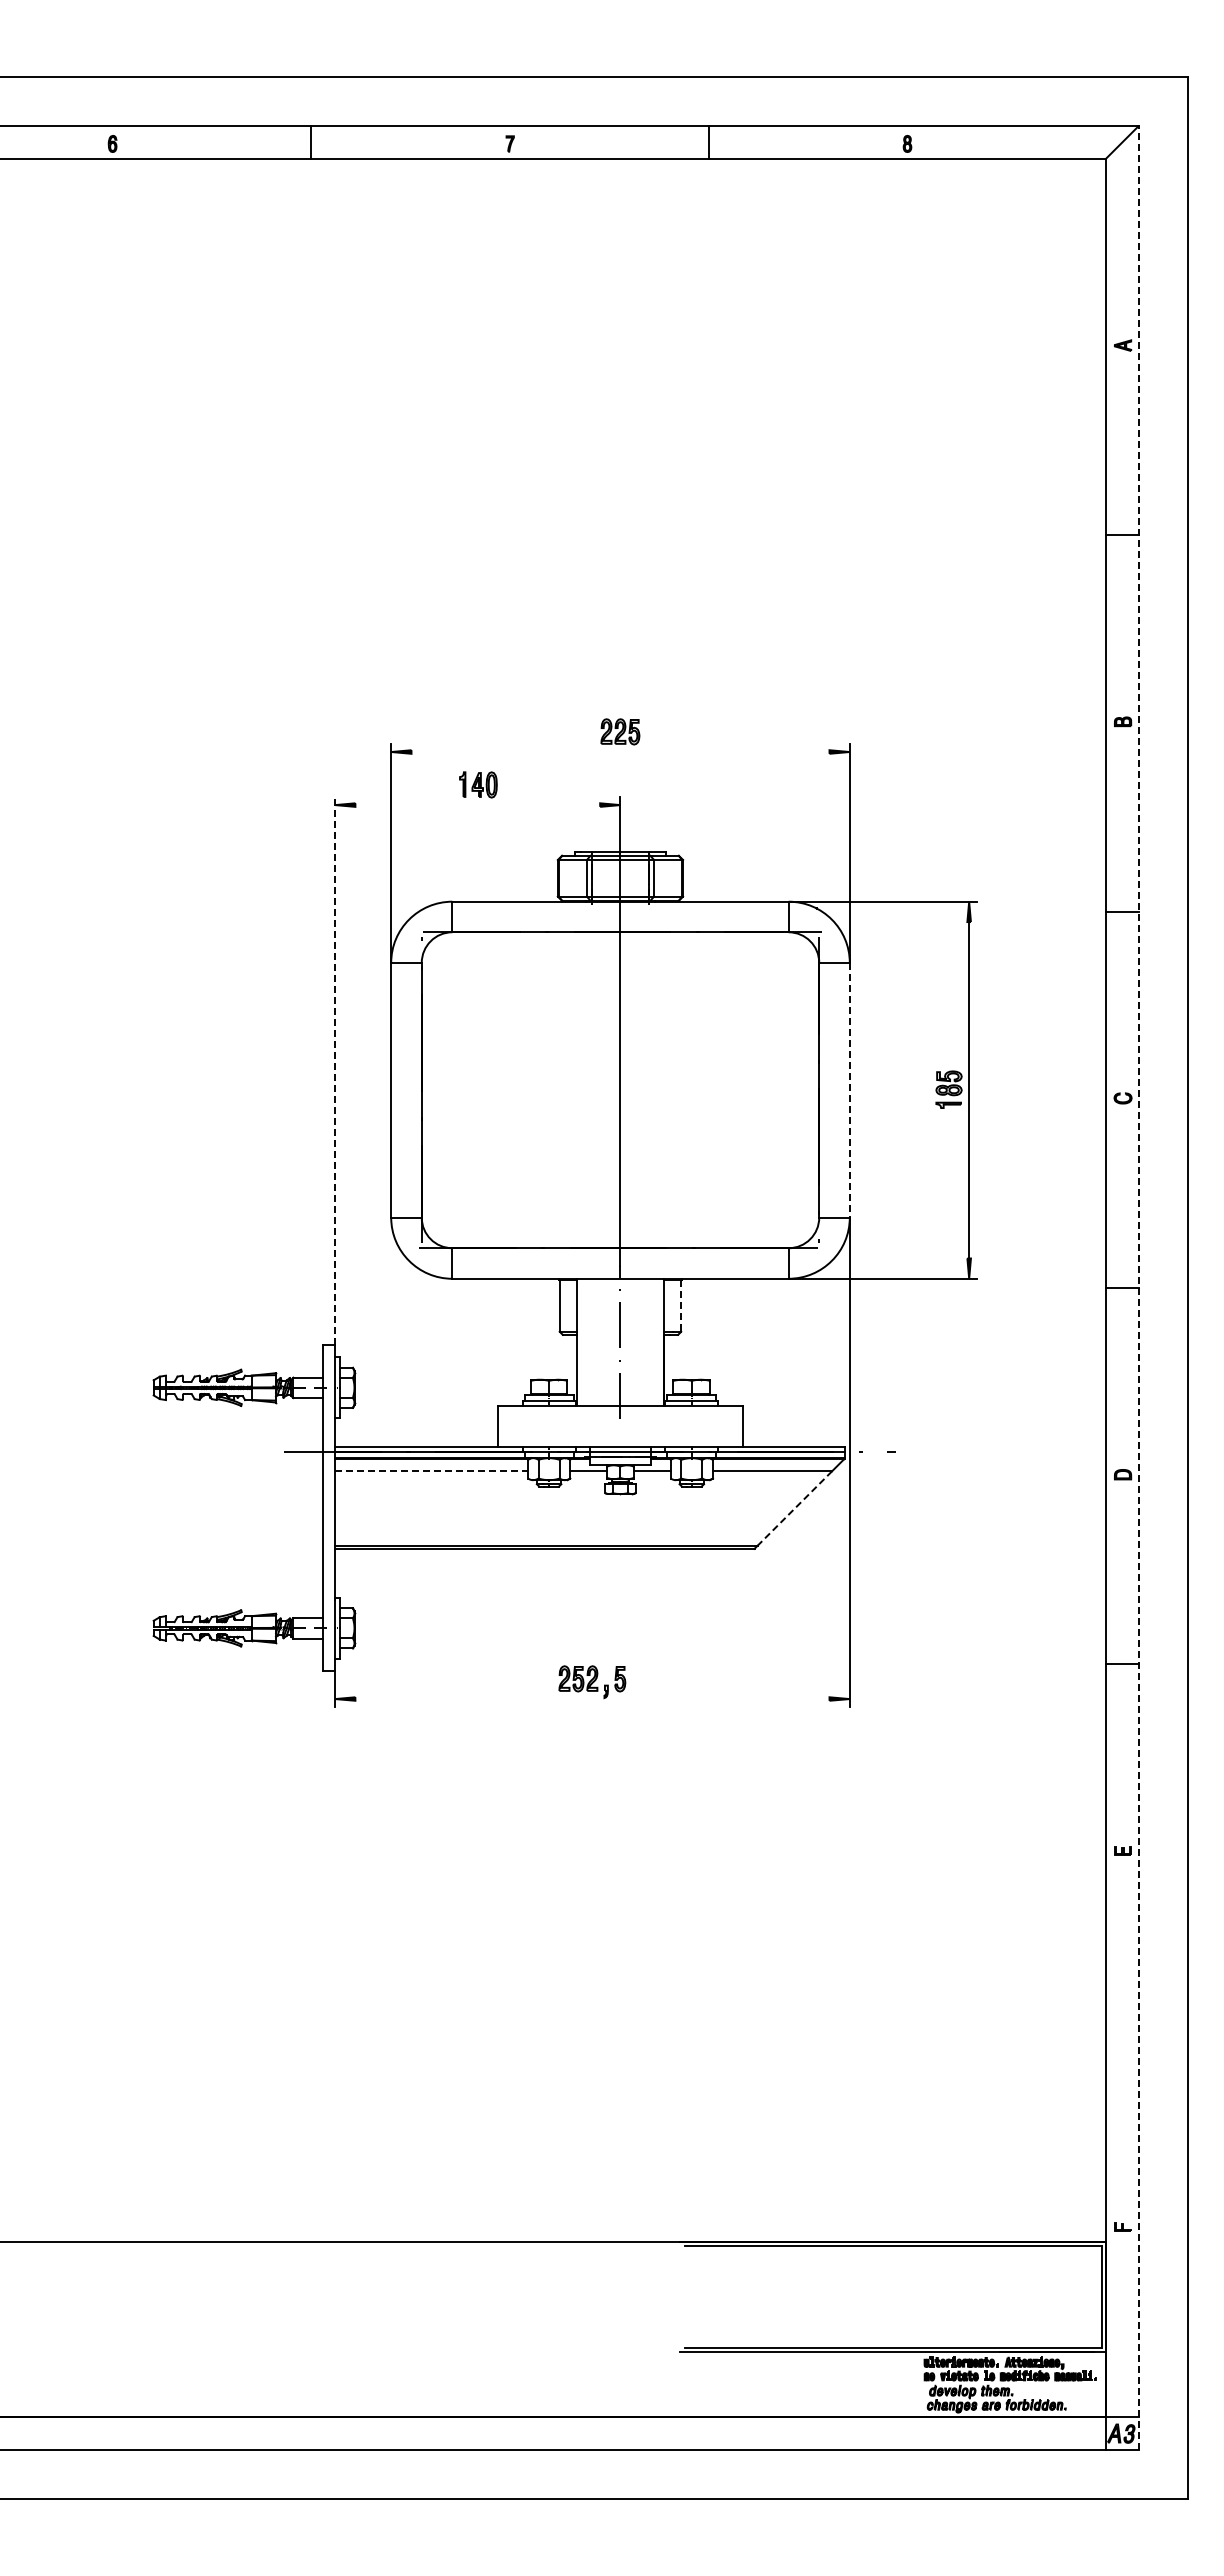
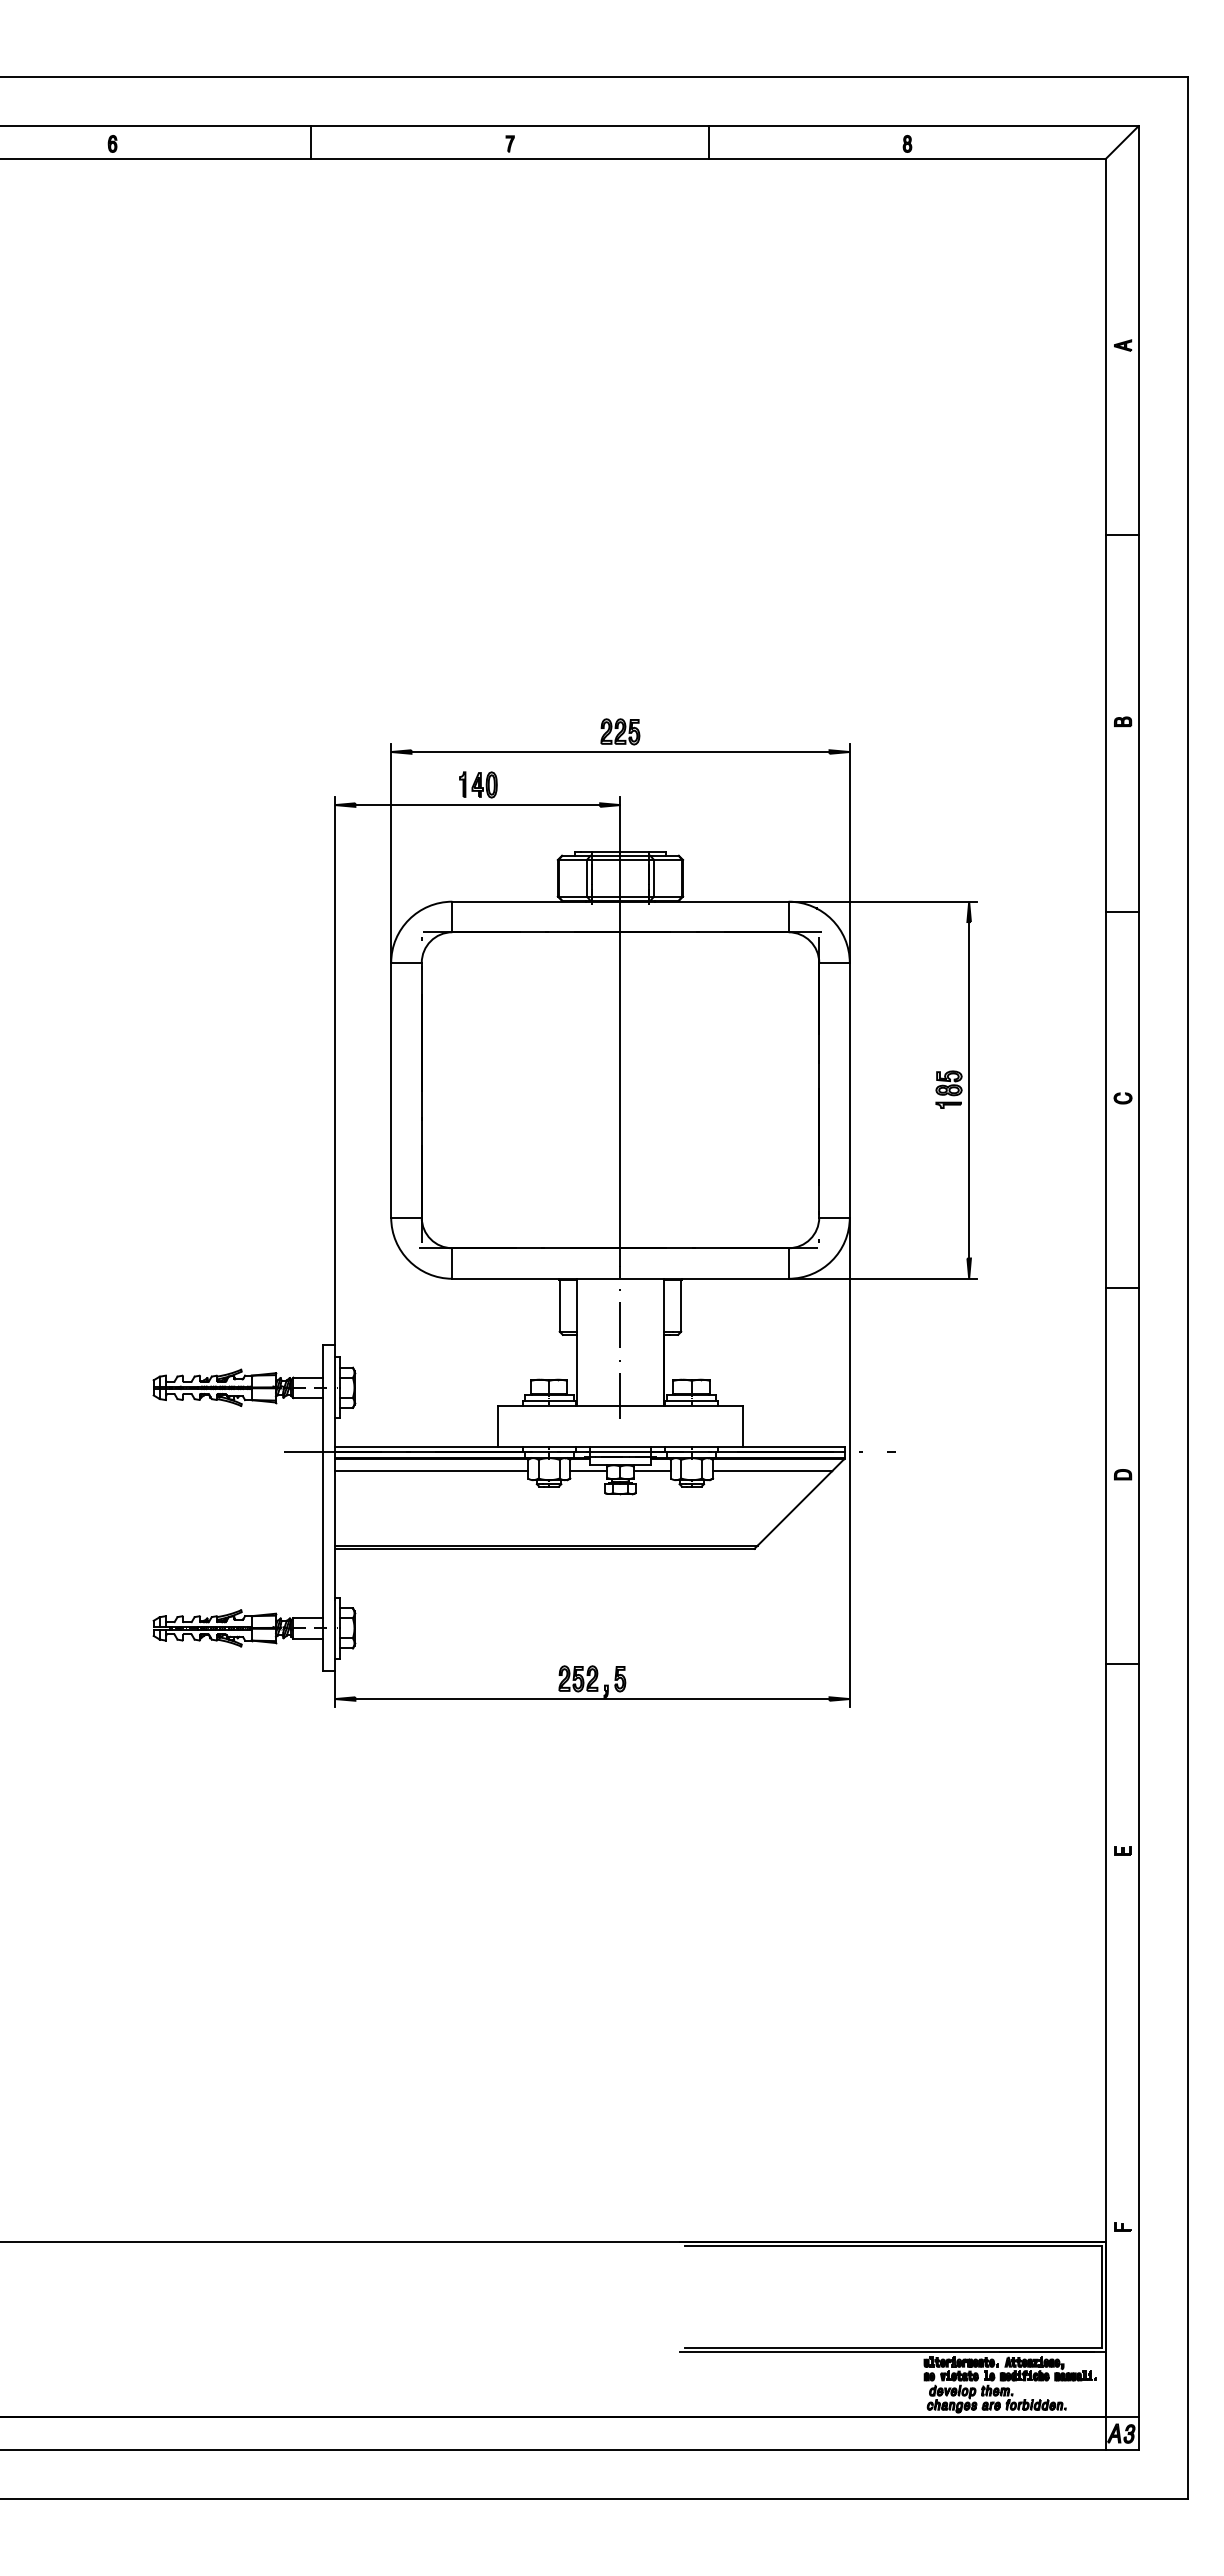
line at (620, 752): none -> present
line at (477, 805): none -> present
line at (335, 1070): dashed -> solid
line at (849, 1090): dashed -> solid
line at (1138, 1288): dashed -> solid
line at (681, 1305): dashed -> solid
line at (432, 1471): dashed -> solid
line at (794, 1508): dashed -> solid
line at (592, 1699): none -> present
